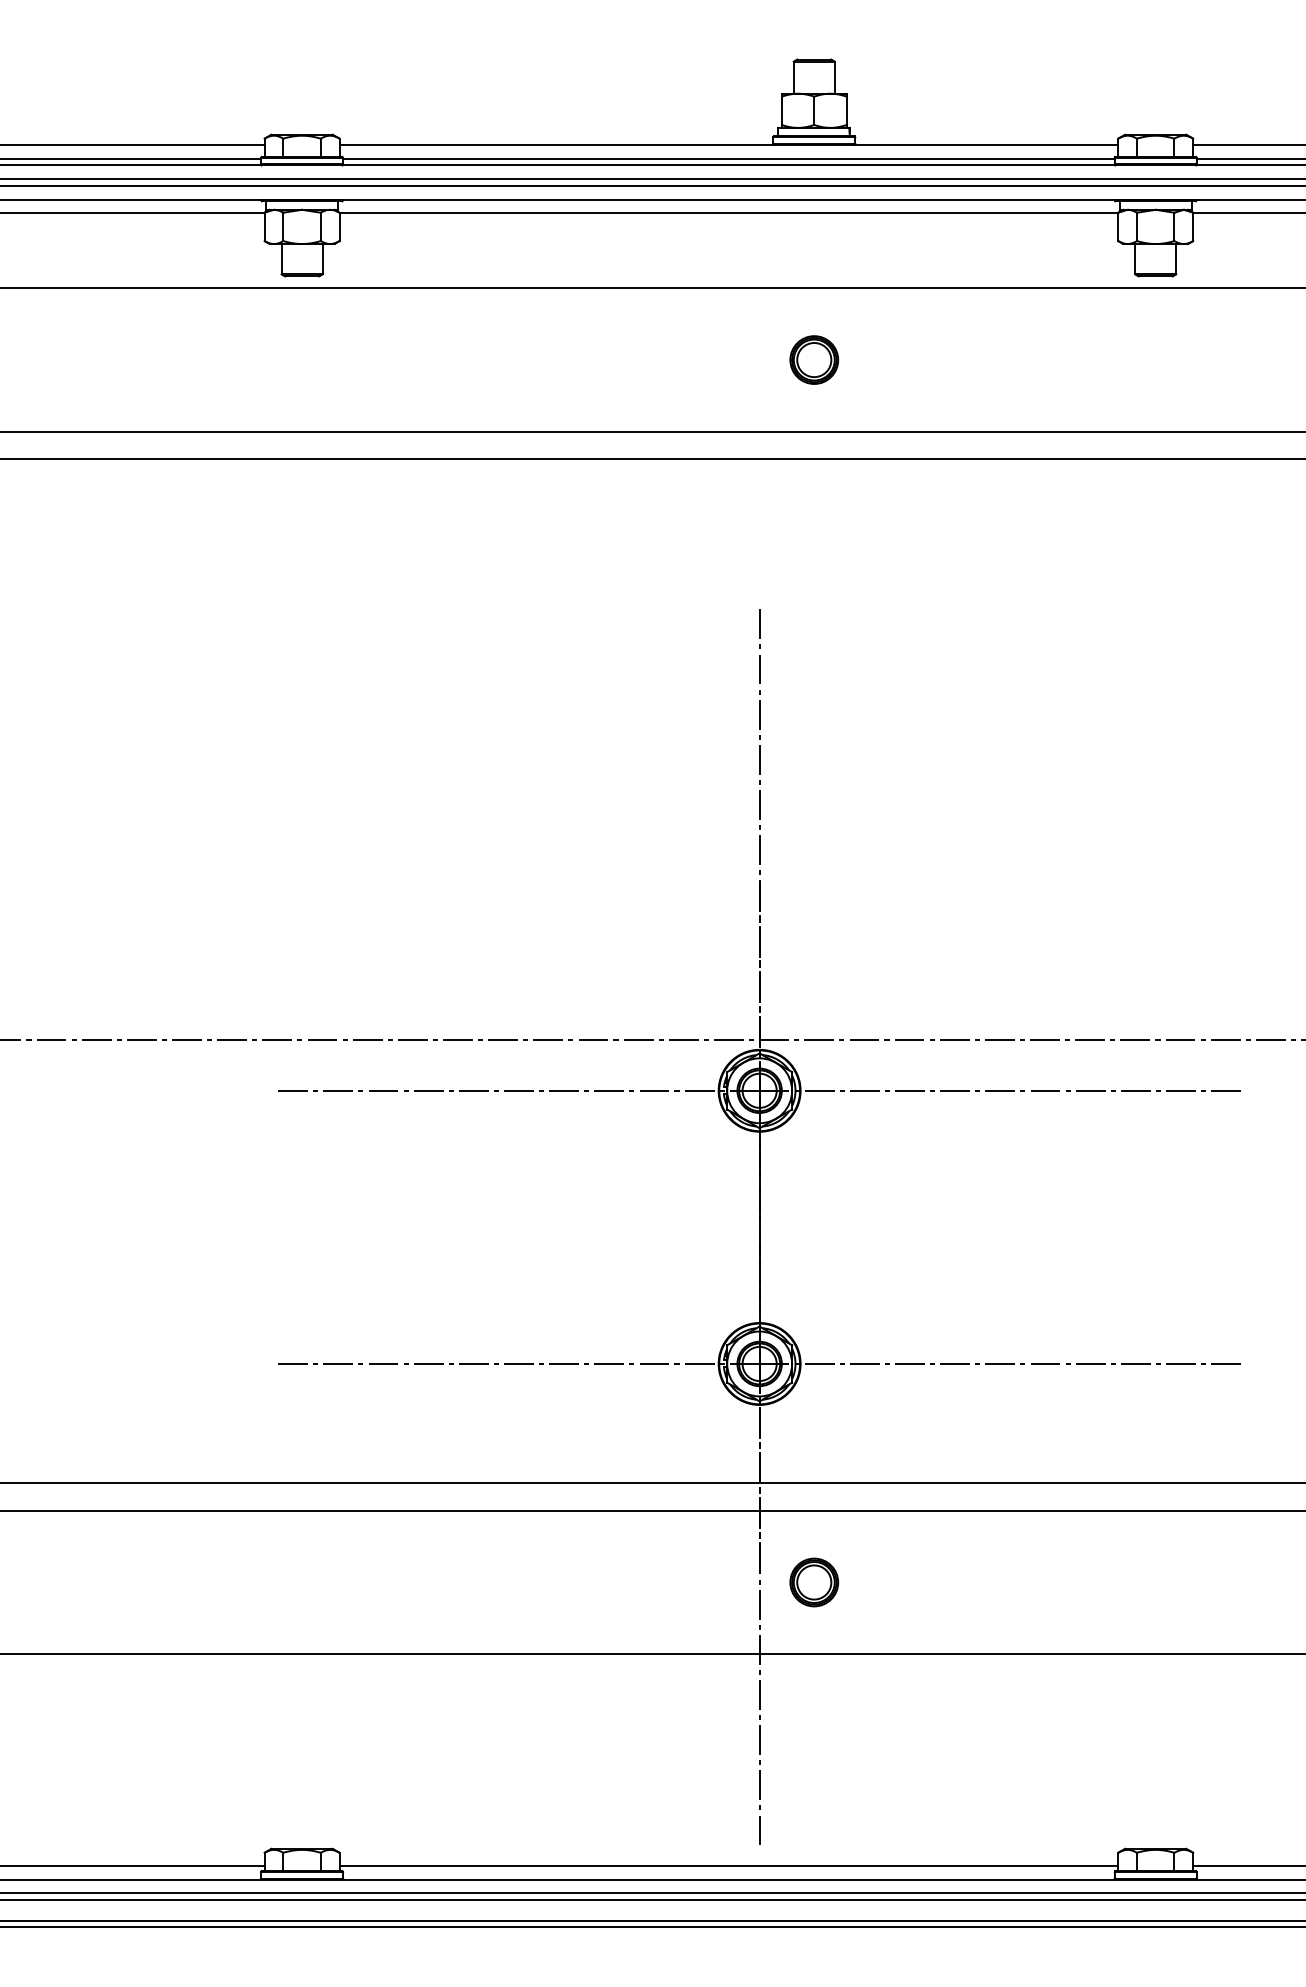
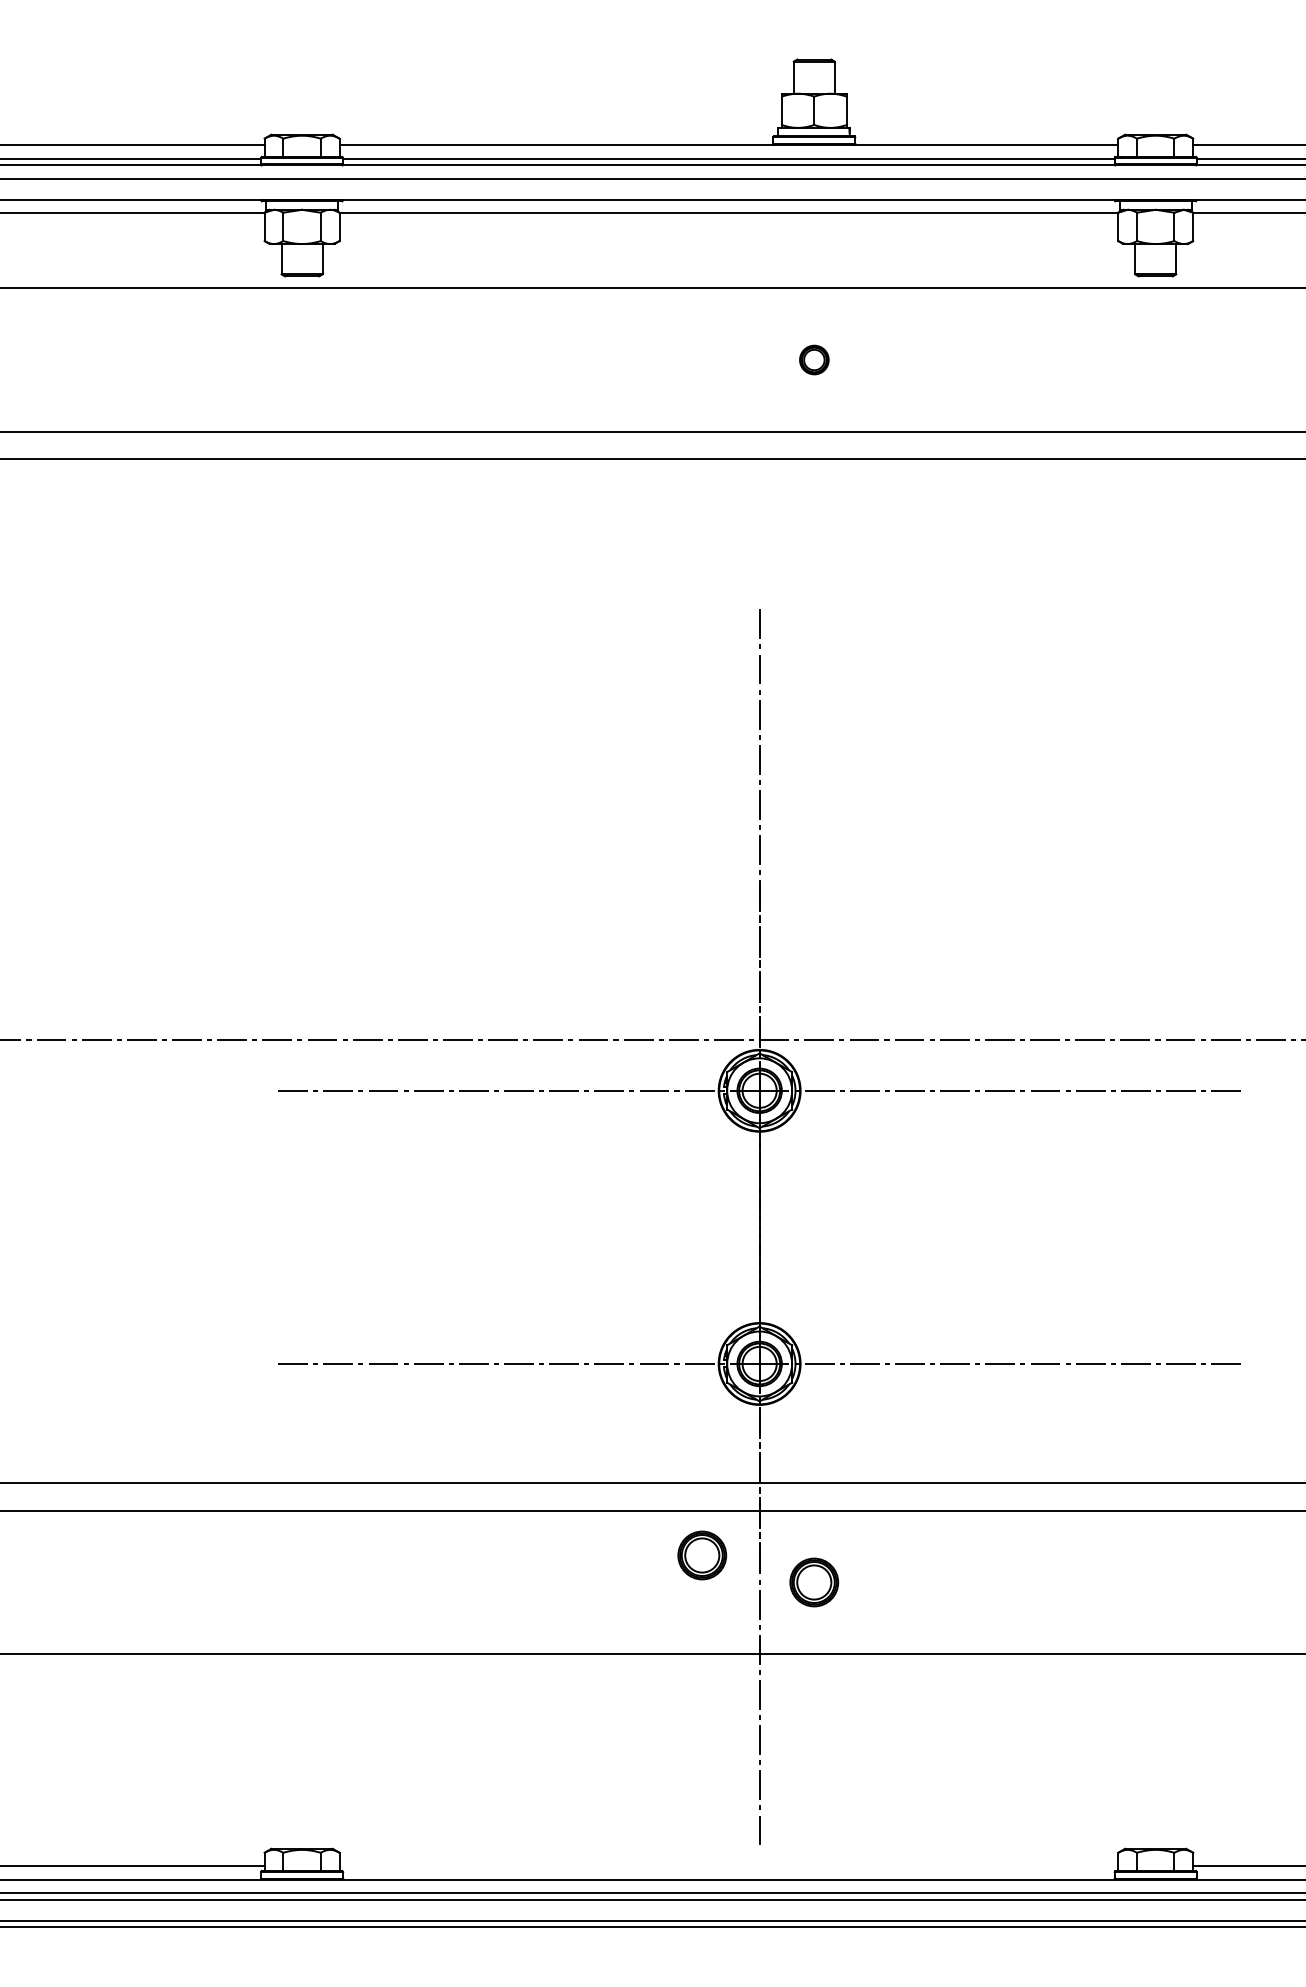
line at (652, 185): present -> none
part at (814, 359) size: 51x50 px -> 31x32 px
part at (702, 1555): none -> present
line at (728, 1865): present -> none
